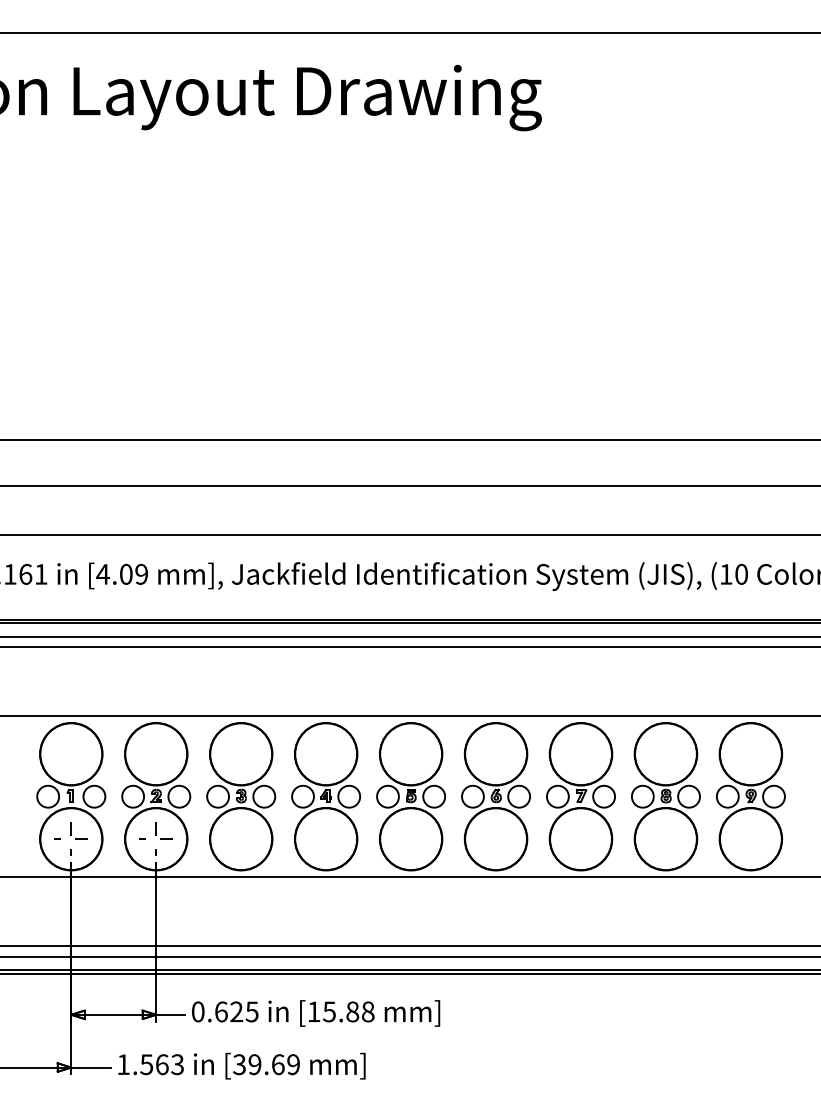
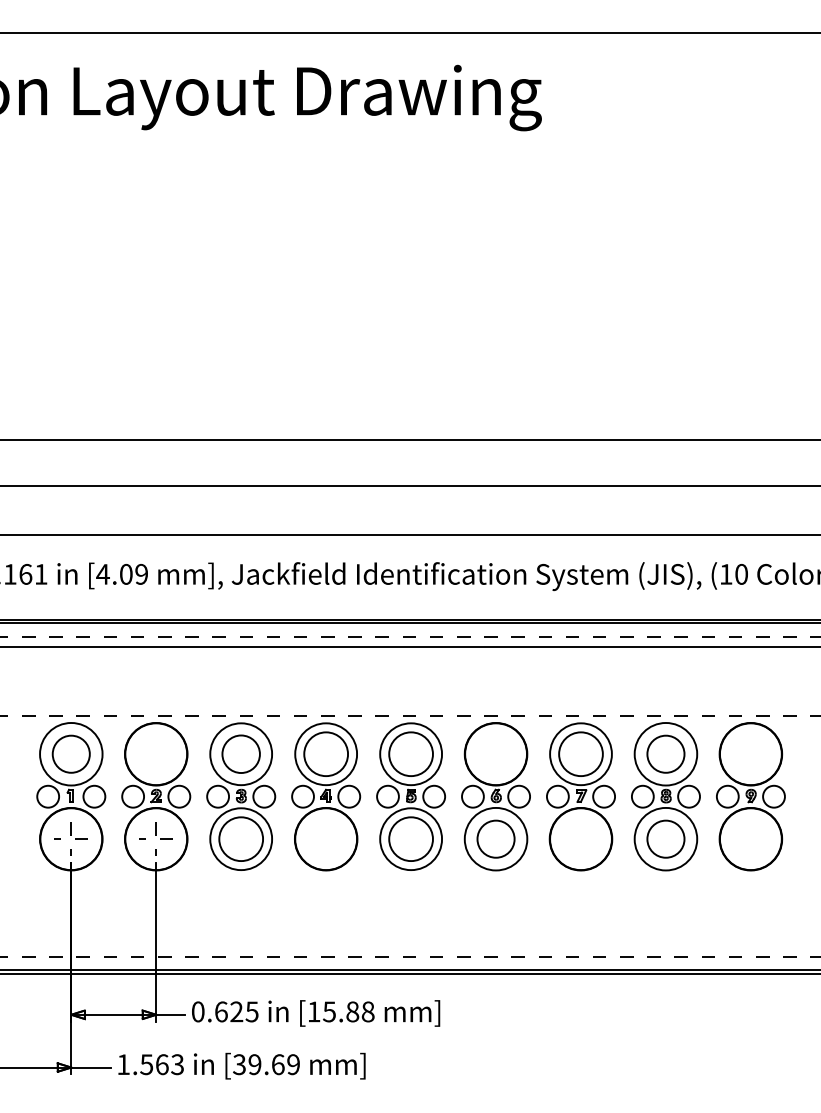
line at (410, 636): solid -> dashed
line at (410, 716): solid -> dashed
circle at (240, 753) diameter: 63 px -> 38 px
circle at (325, 753) diameter: 63 px -> 44 px
circle at (410, 753) diameter: 63 px -> 44 px
circle at (580, 753) diameter: 63 px -> 44 px
circle at (71, 754) diameter: 62 px -> 37 px
circle at (665, 754) diameter: 62 px -> 37 px
circle at (240, 838) diameter: 63 px -> 44 px
circle at (410, 838) diameter: 63 px -> 44 px
circle at (495, 839) diameter: 62 px -> 37 px
circle at (665, 839) diameter: 62 px -> 37 px
line at (409, 877): present -> none
line at (409, 946): present -> none
line at (410, 956): solid -> dashed
